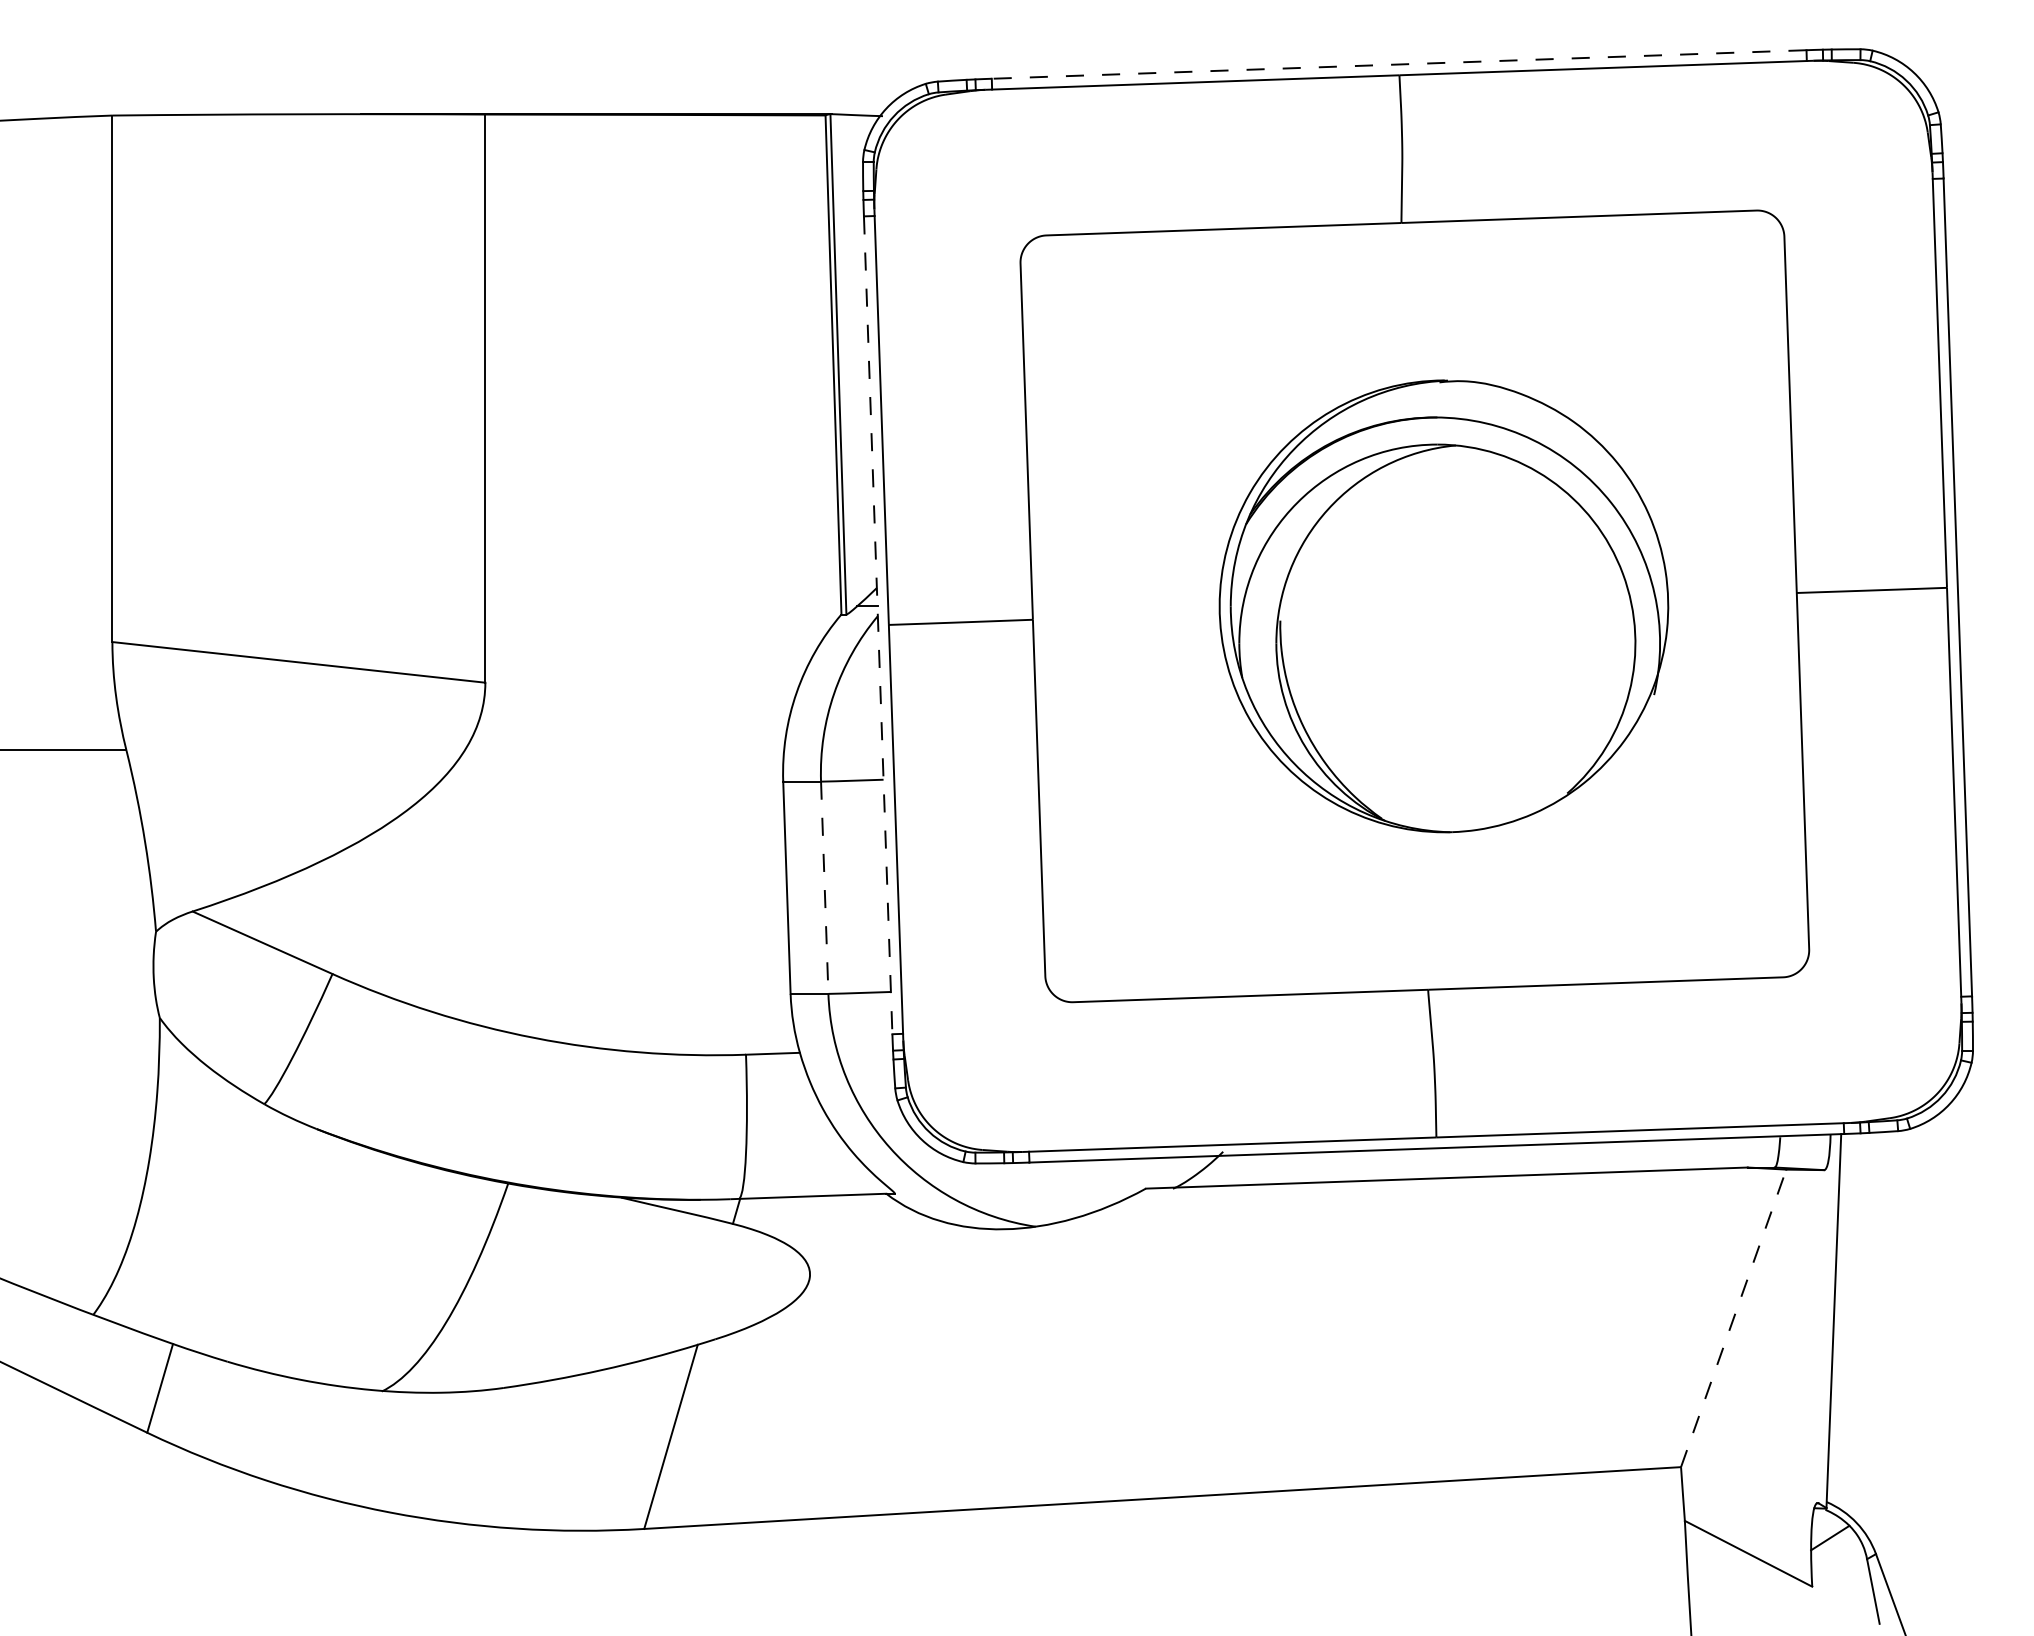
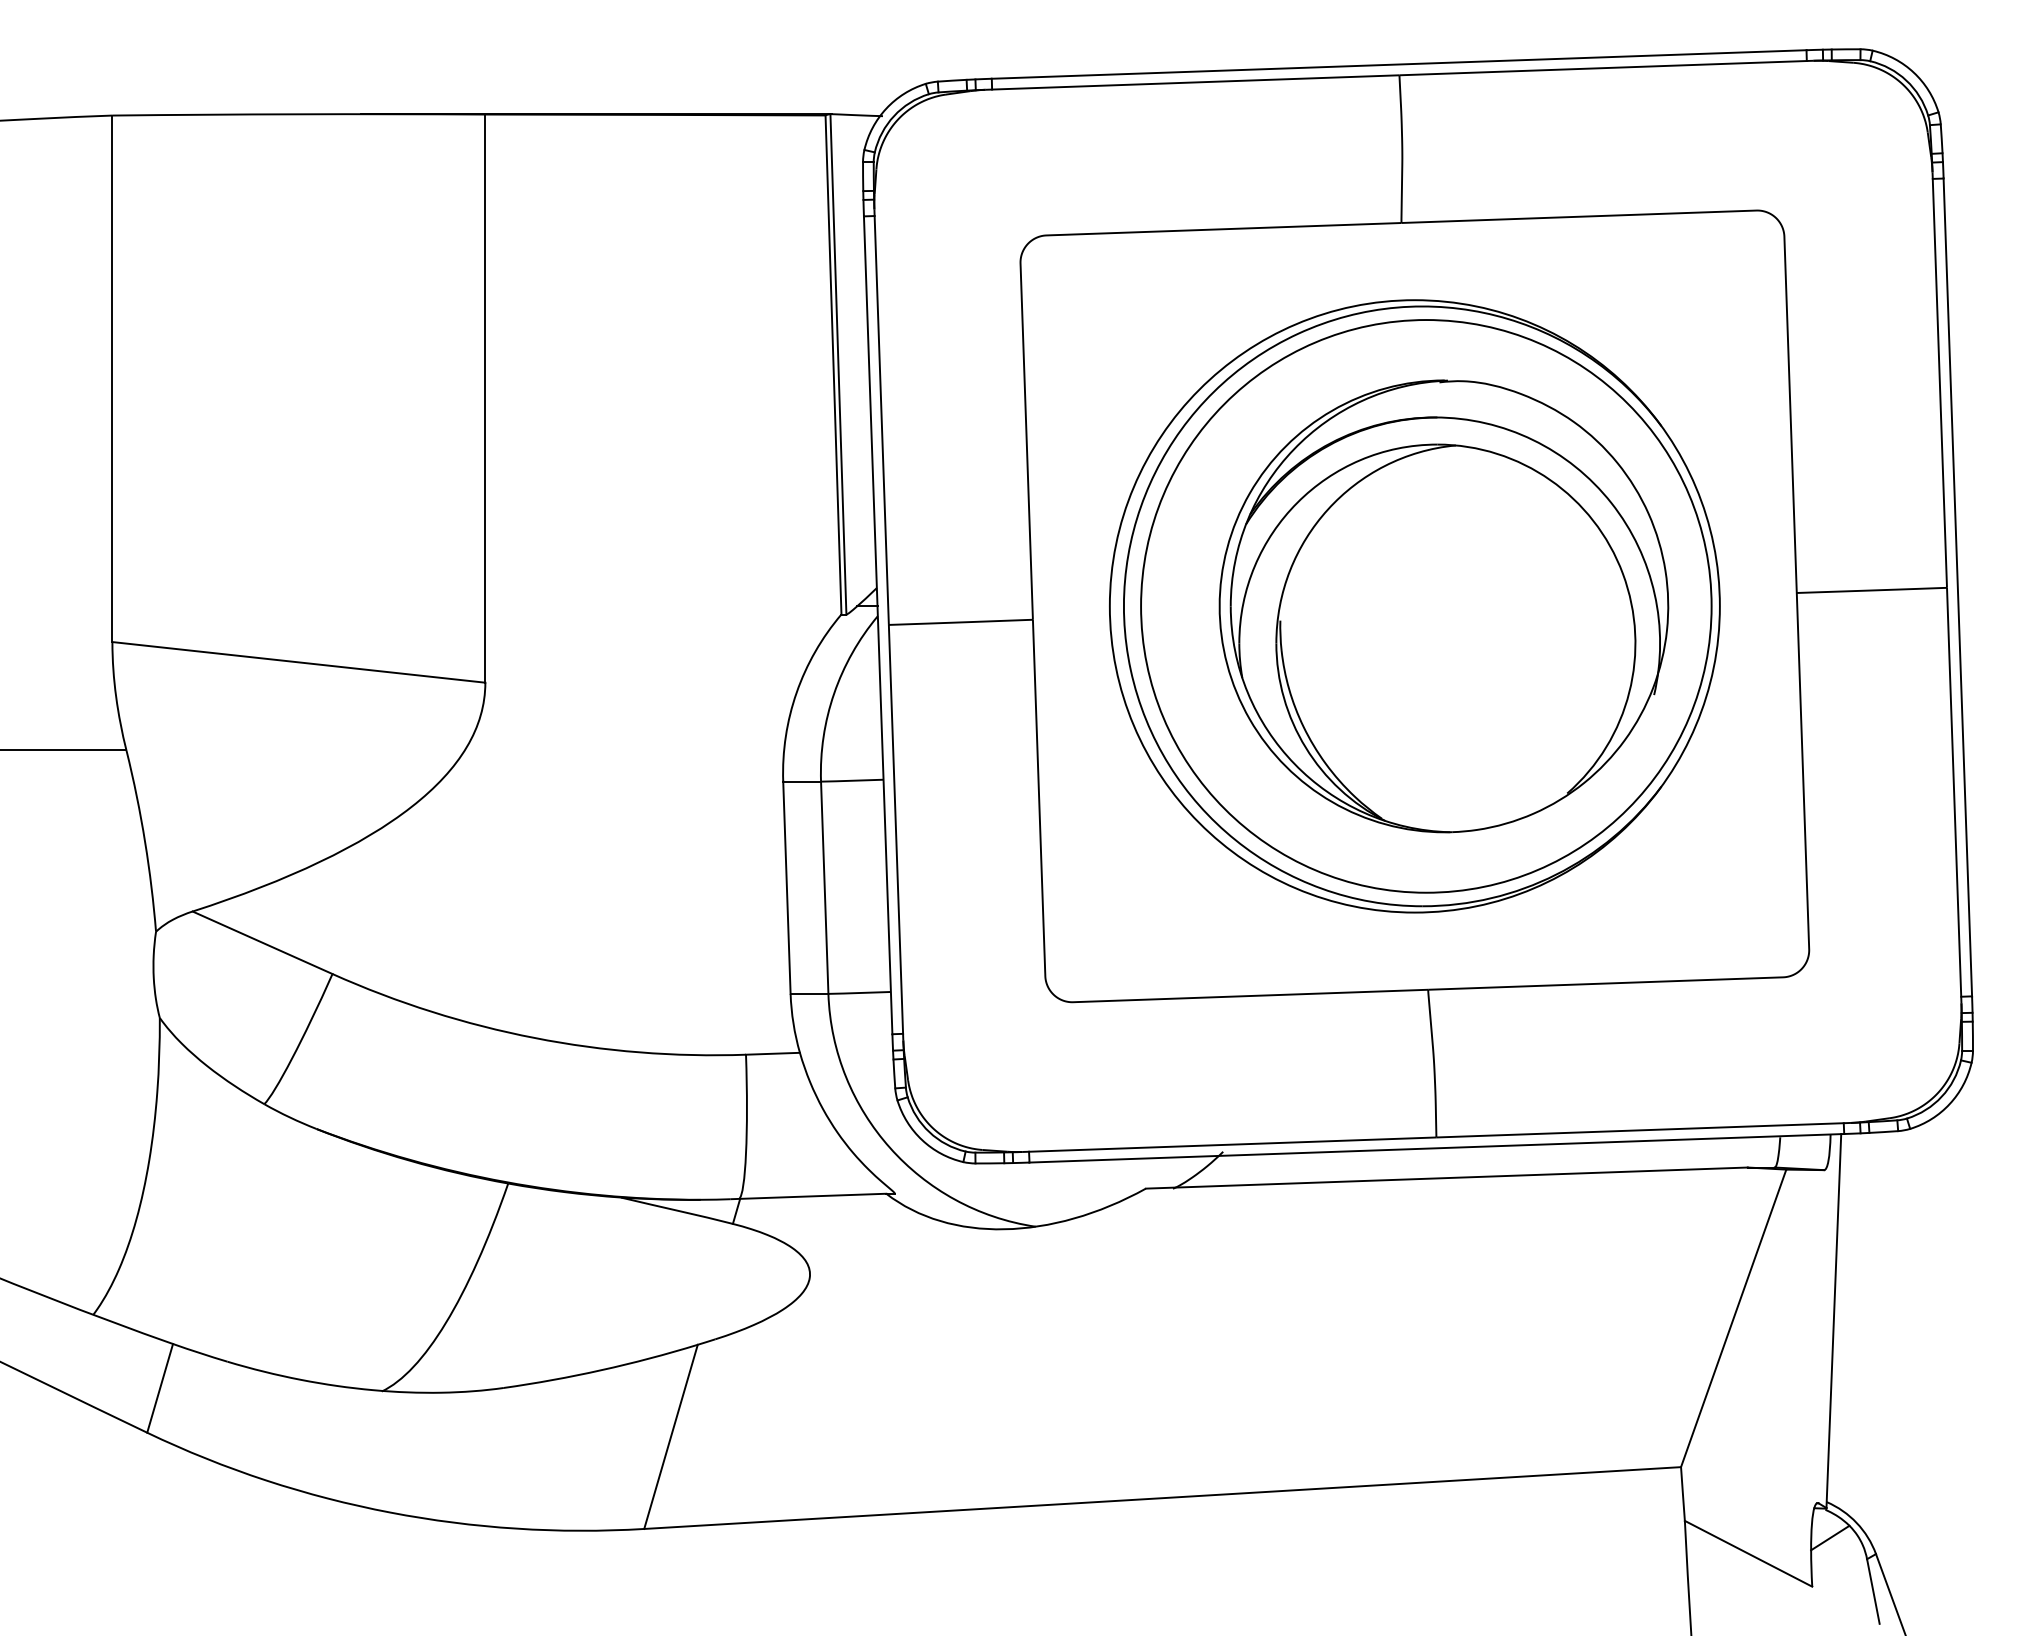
line at (1399, 64): dashed -> solid
part at (1414, 606): none -> present
line at (878, 625): dashed -> solid
line at (824, 888): dashed -> solid
line at (1733, 1318): dashed -> solid
